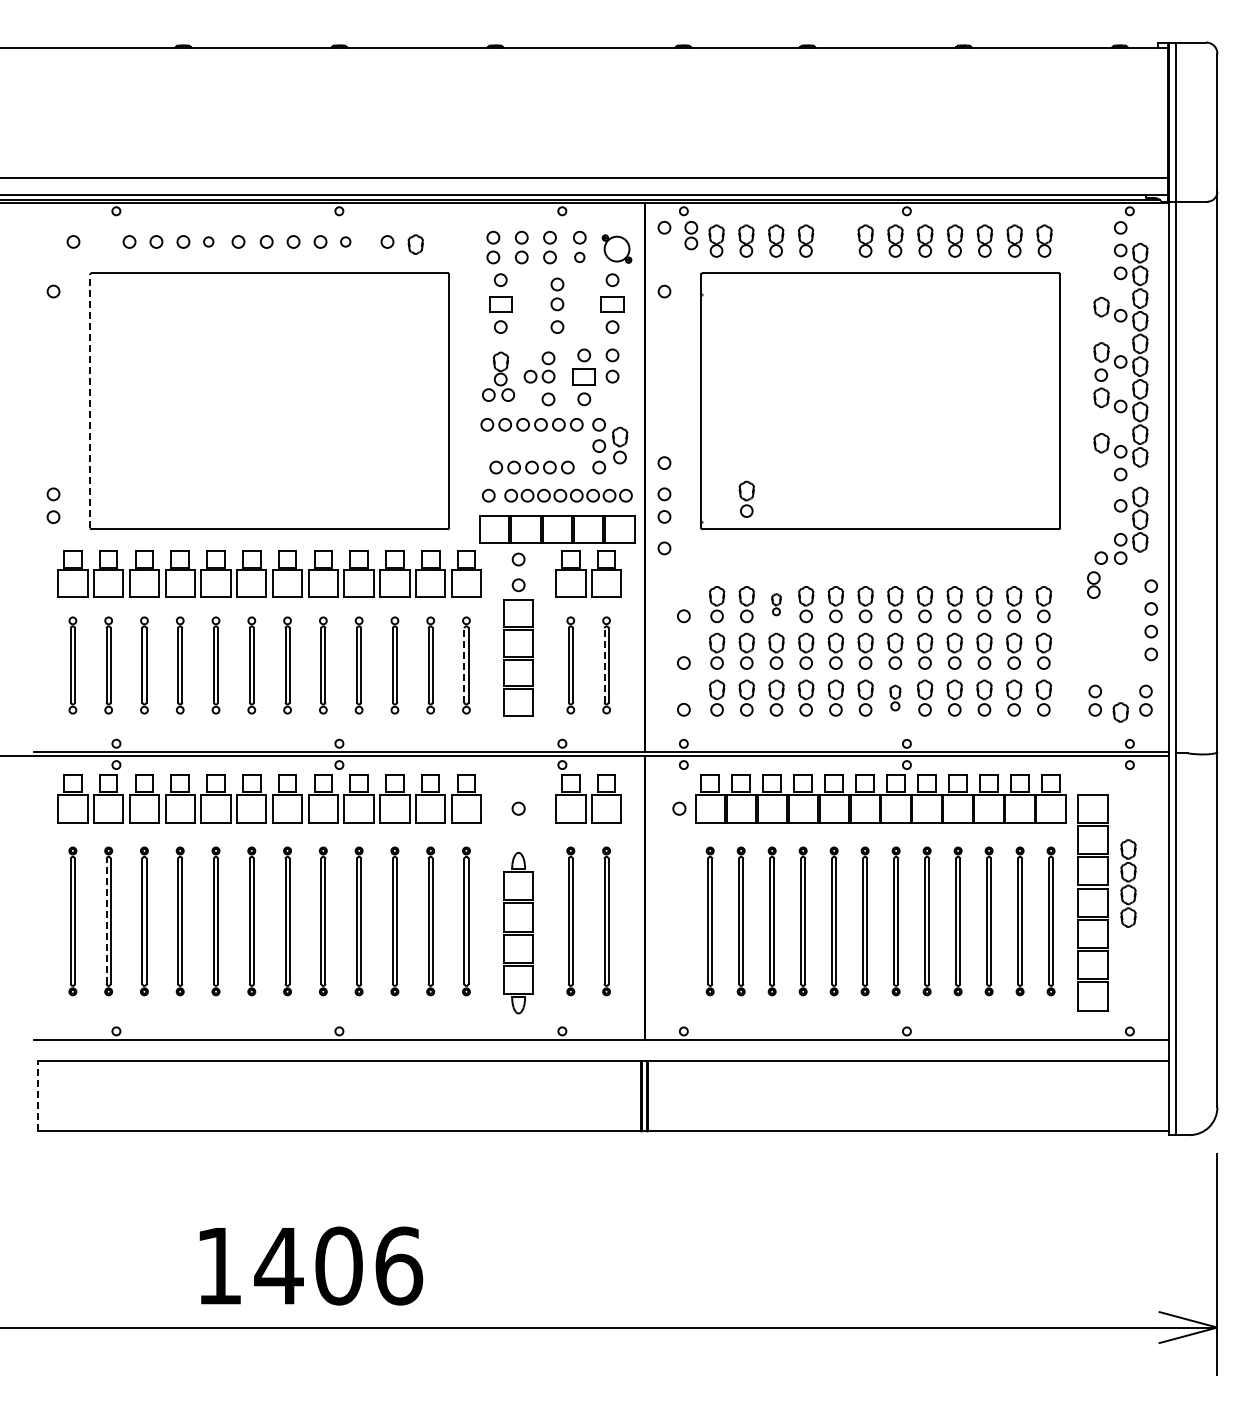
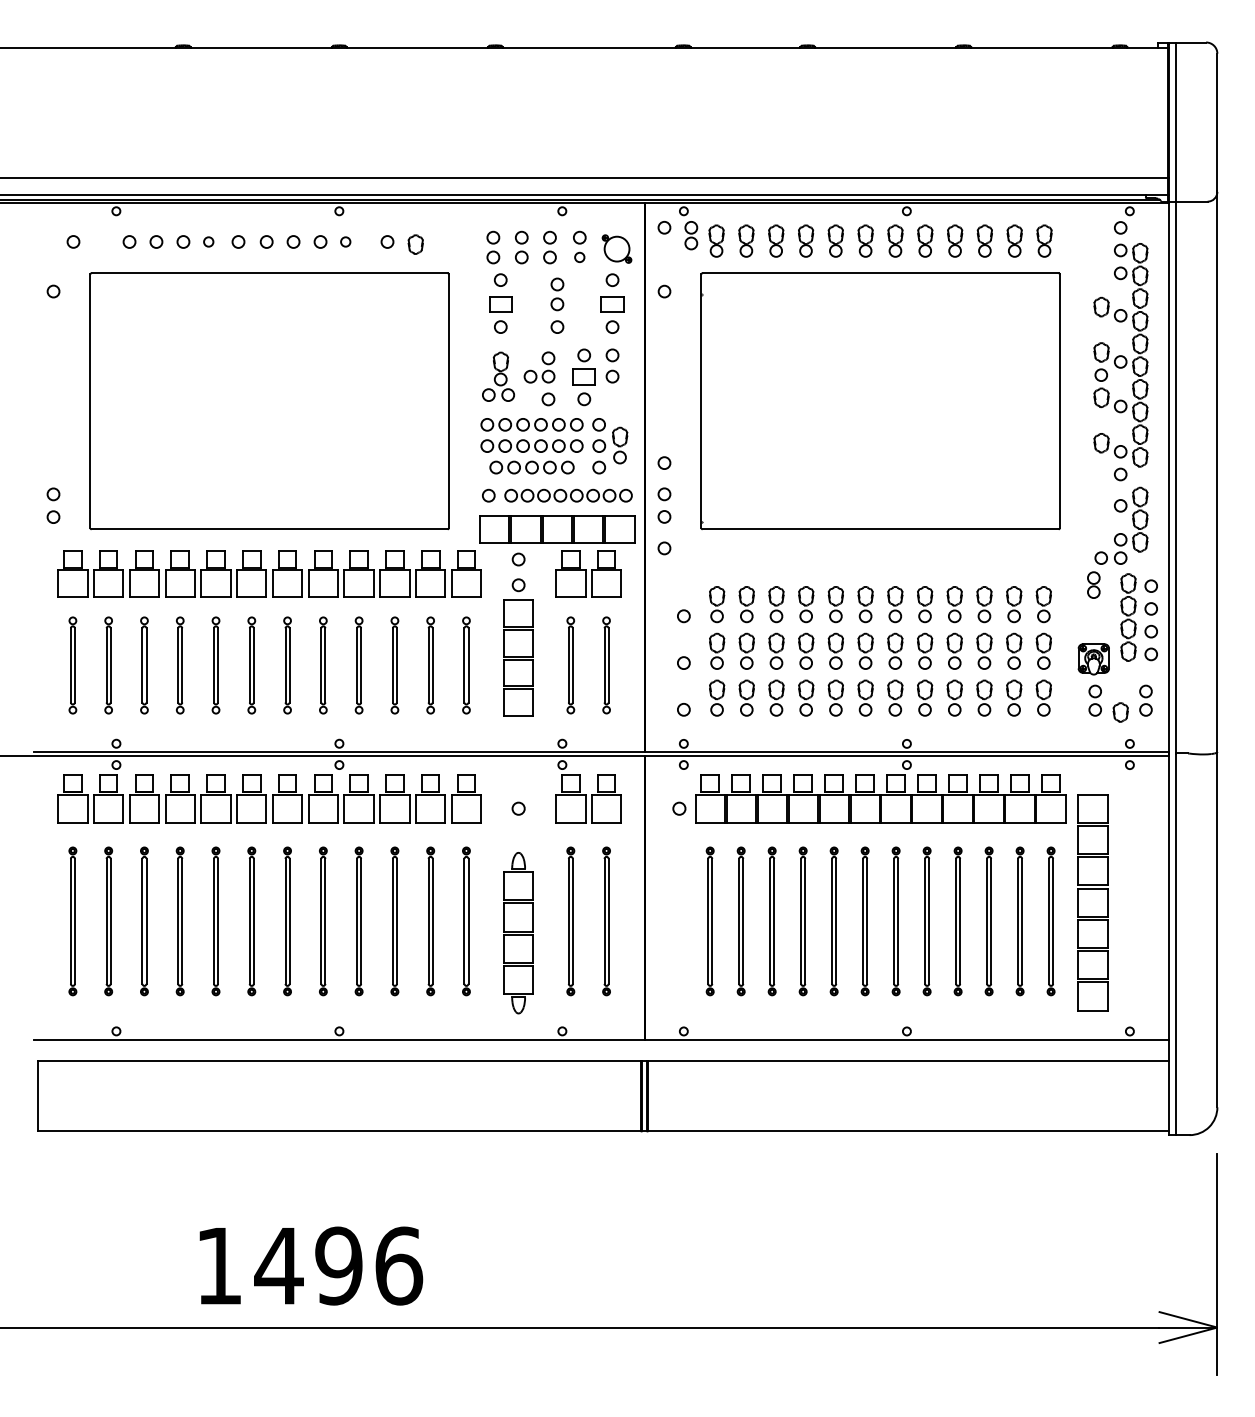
part at (835, 240): none -> present
line at (90, 401): dashed -> solid
part at (531, 445): none -> present
part at (746, 498): present -> none
part at (776, 604) size: 11x24 px -> 17x38 px
part at (1093, 659): none -> present
line at (464, 664): dashed -> solid
line at (604, 664): dashed -> solid
part at (895, 697) size: 13x28 px -> 17x38 px
part at (1128, 883) position: (1128, 883) -> (1128, 617)
line at (106, 920): dashed -> solid
line at (37, 1095): dashed -> solid
text at (338, 1265): 1406 -> 1496
